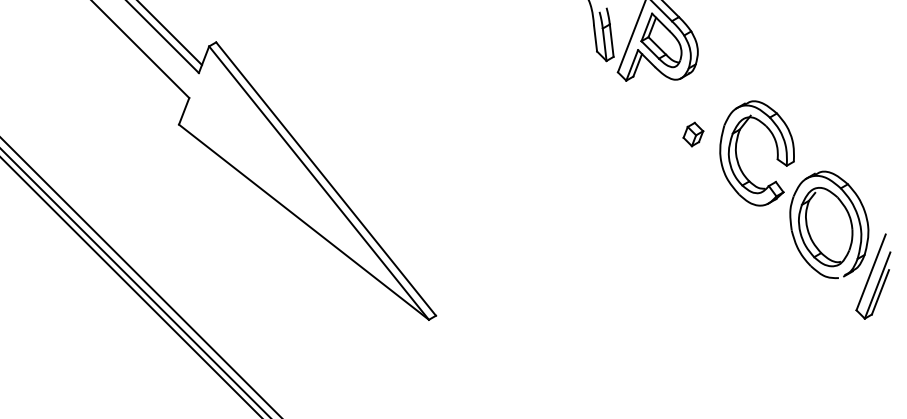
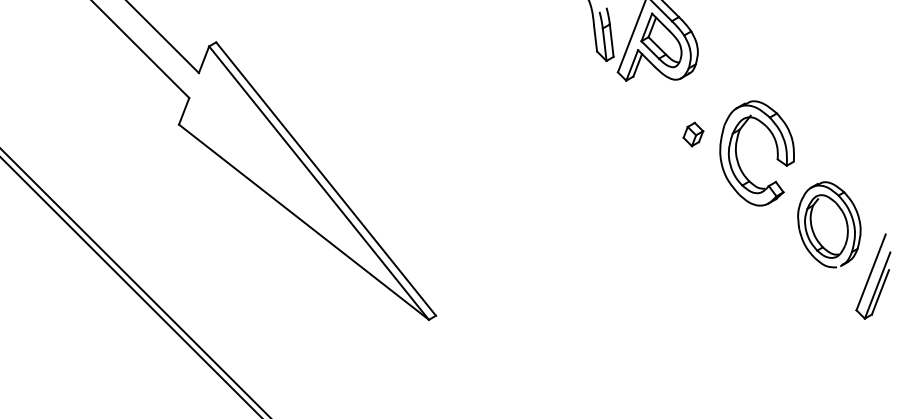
line at (170, 33): present -> none
part at (829, 224) size: 81x109 px -> 65x88 px
line at (140, 277): present -> none
